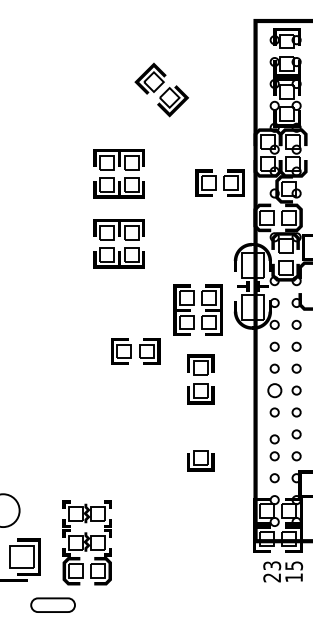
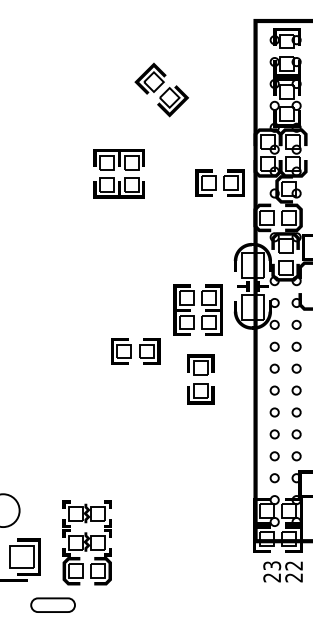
part at (118, 243): present -> none
circle at (274, 390) size: 16x16 px -> 11x11 px
circle at (274, 439) position: (274, 439) -> (274, 434)
part at (200, 460): present -> none
text at (294, 571): 15 -> 22
